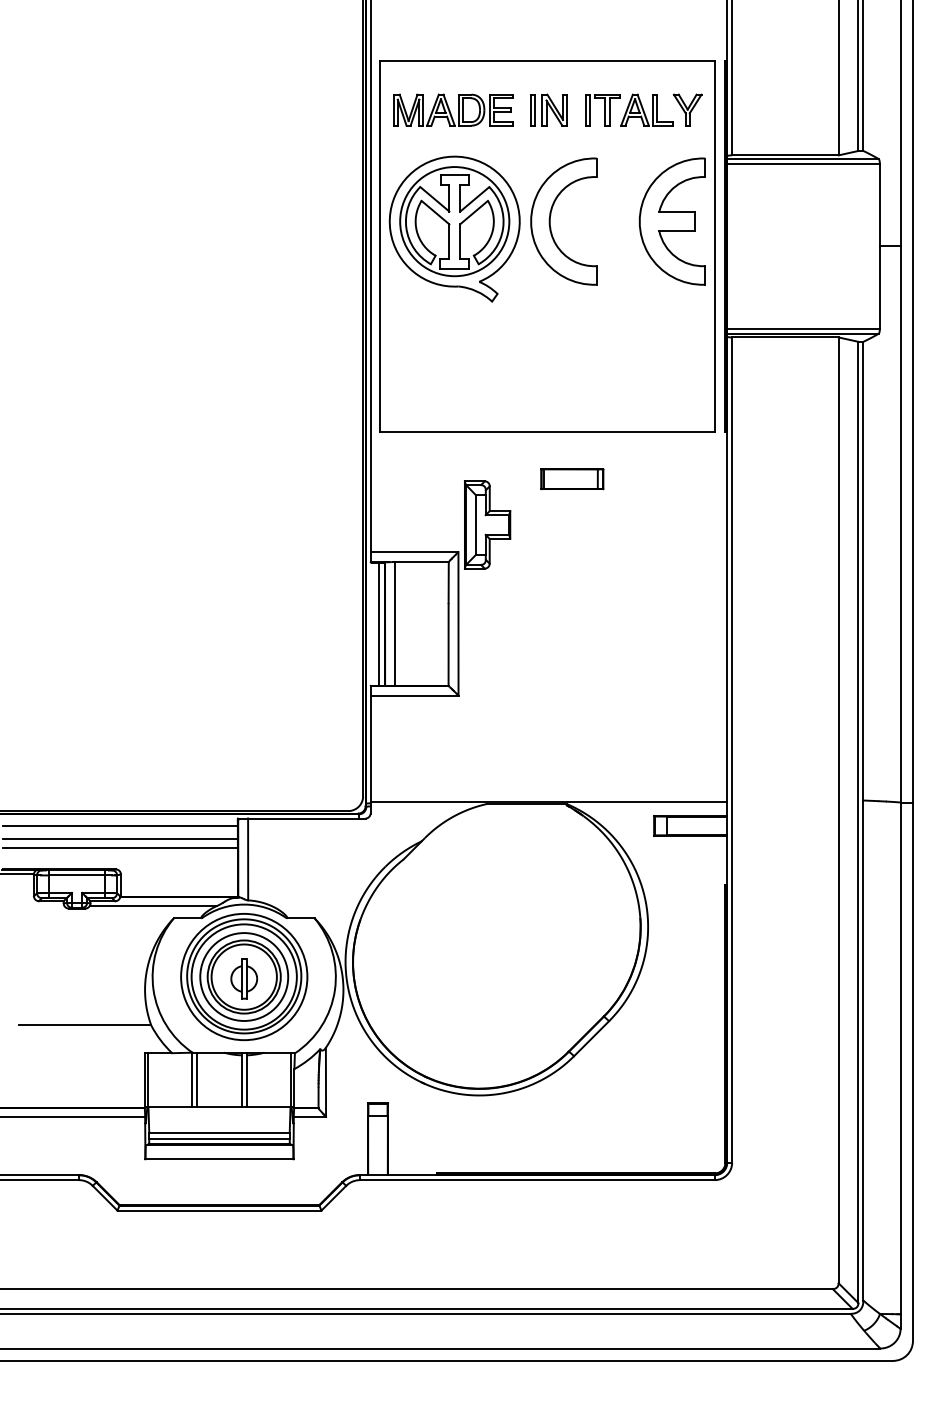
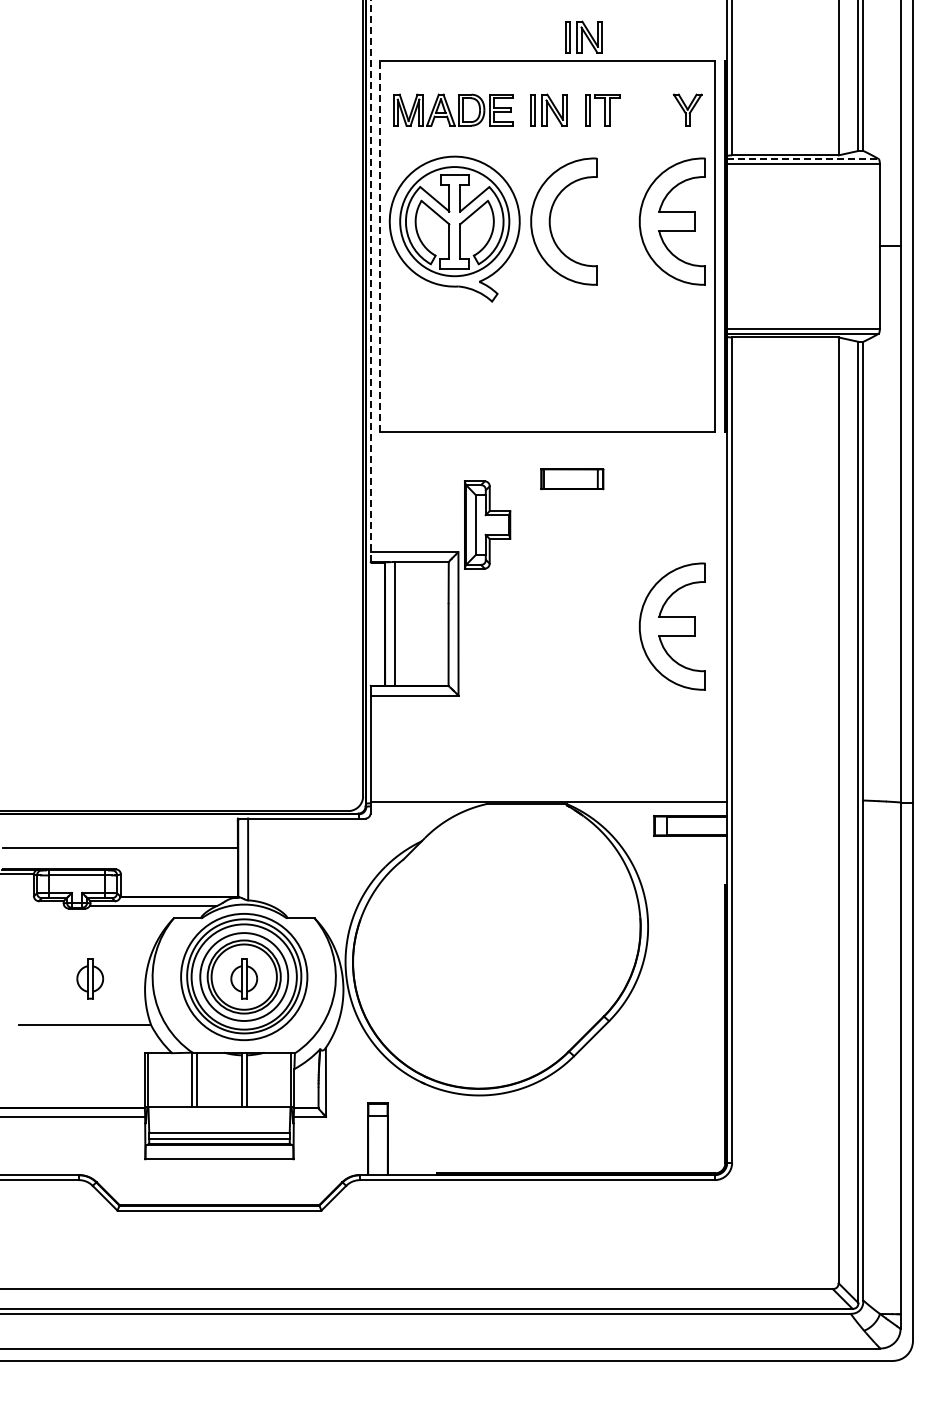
part at (583, 36): none -> present
part at (646, 109): present -> none
line at (802, 159): solid -> dashed
line at (380, 246): solid -> dashed
line at (370, 280): solid -> dashed
line at (378, 623): present -> none
part at (671, 626): none -> present
line at (119, 825): present -> none
line at (119, 839): present -> none
part at (90, 978): none -> present
